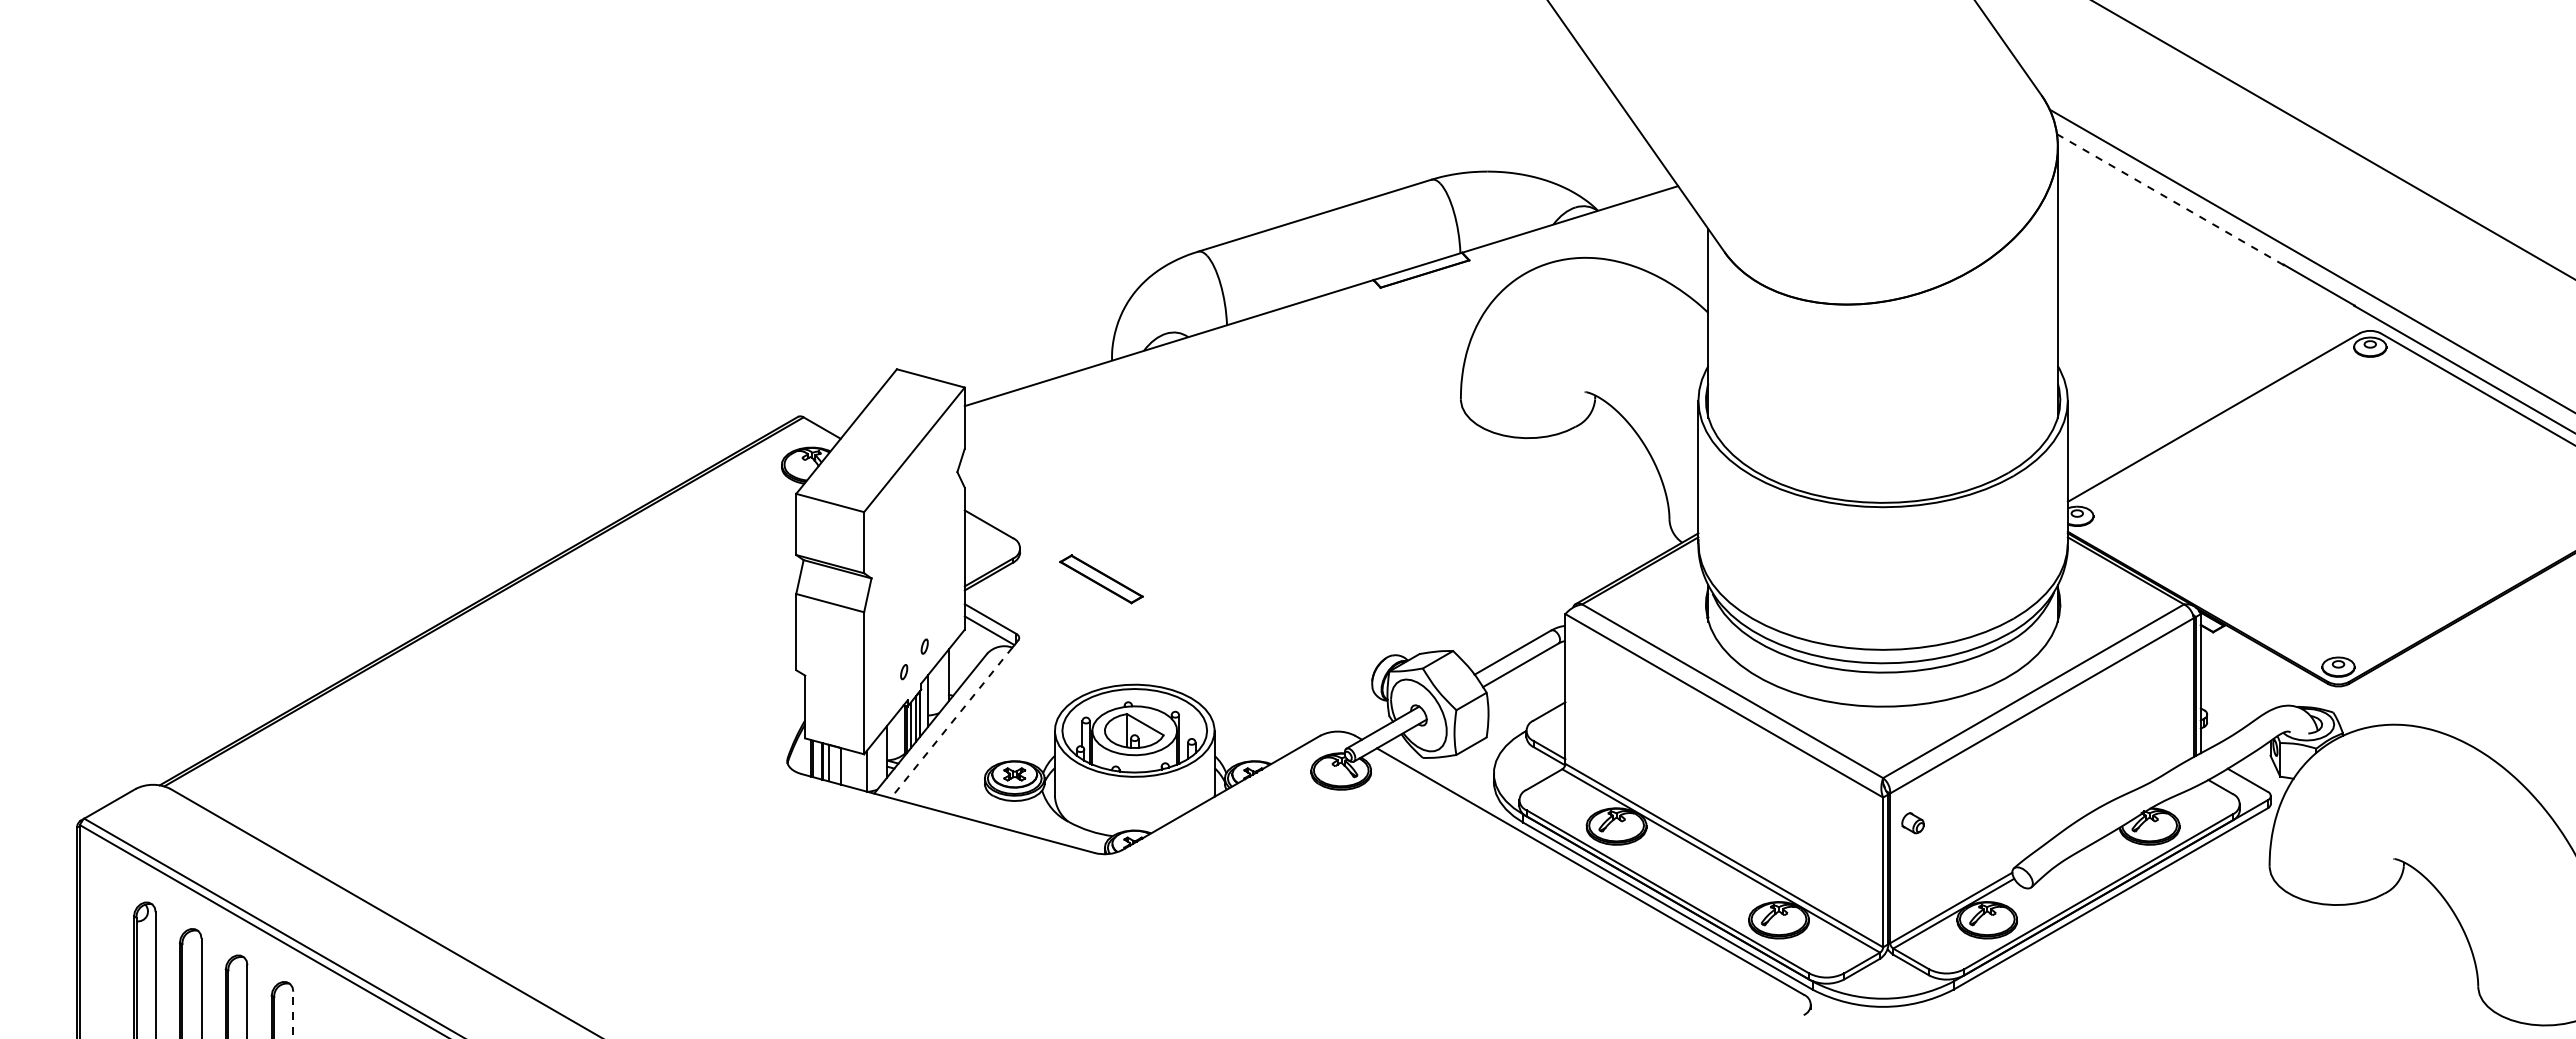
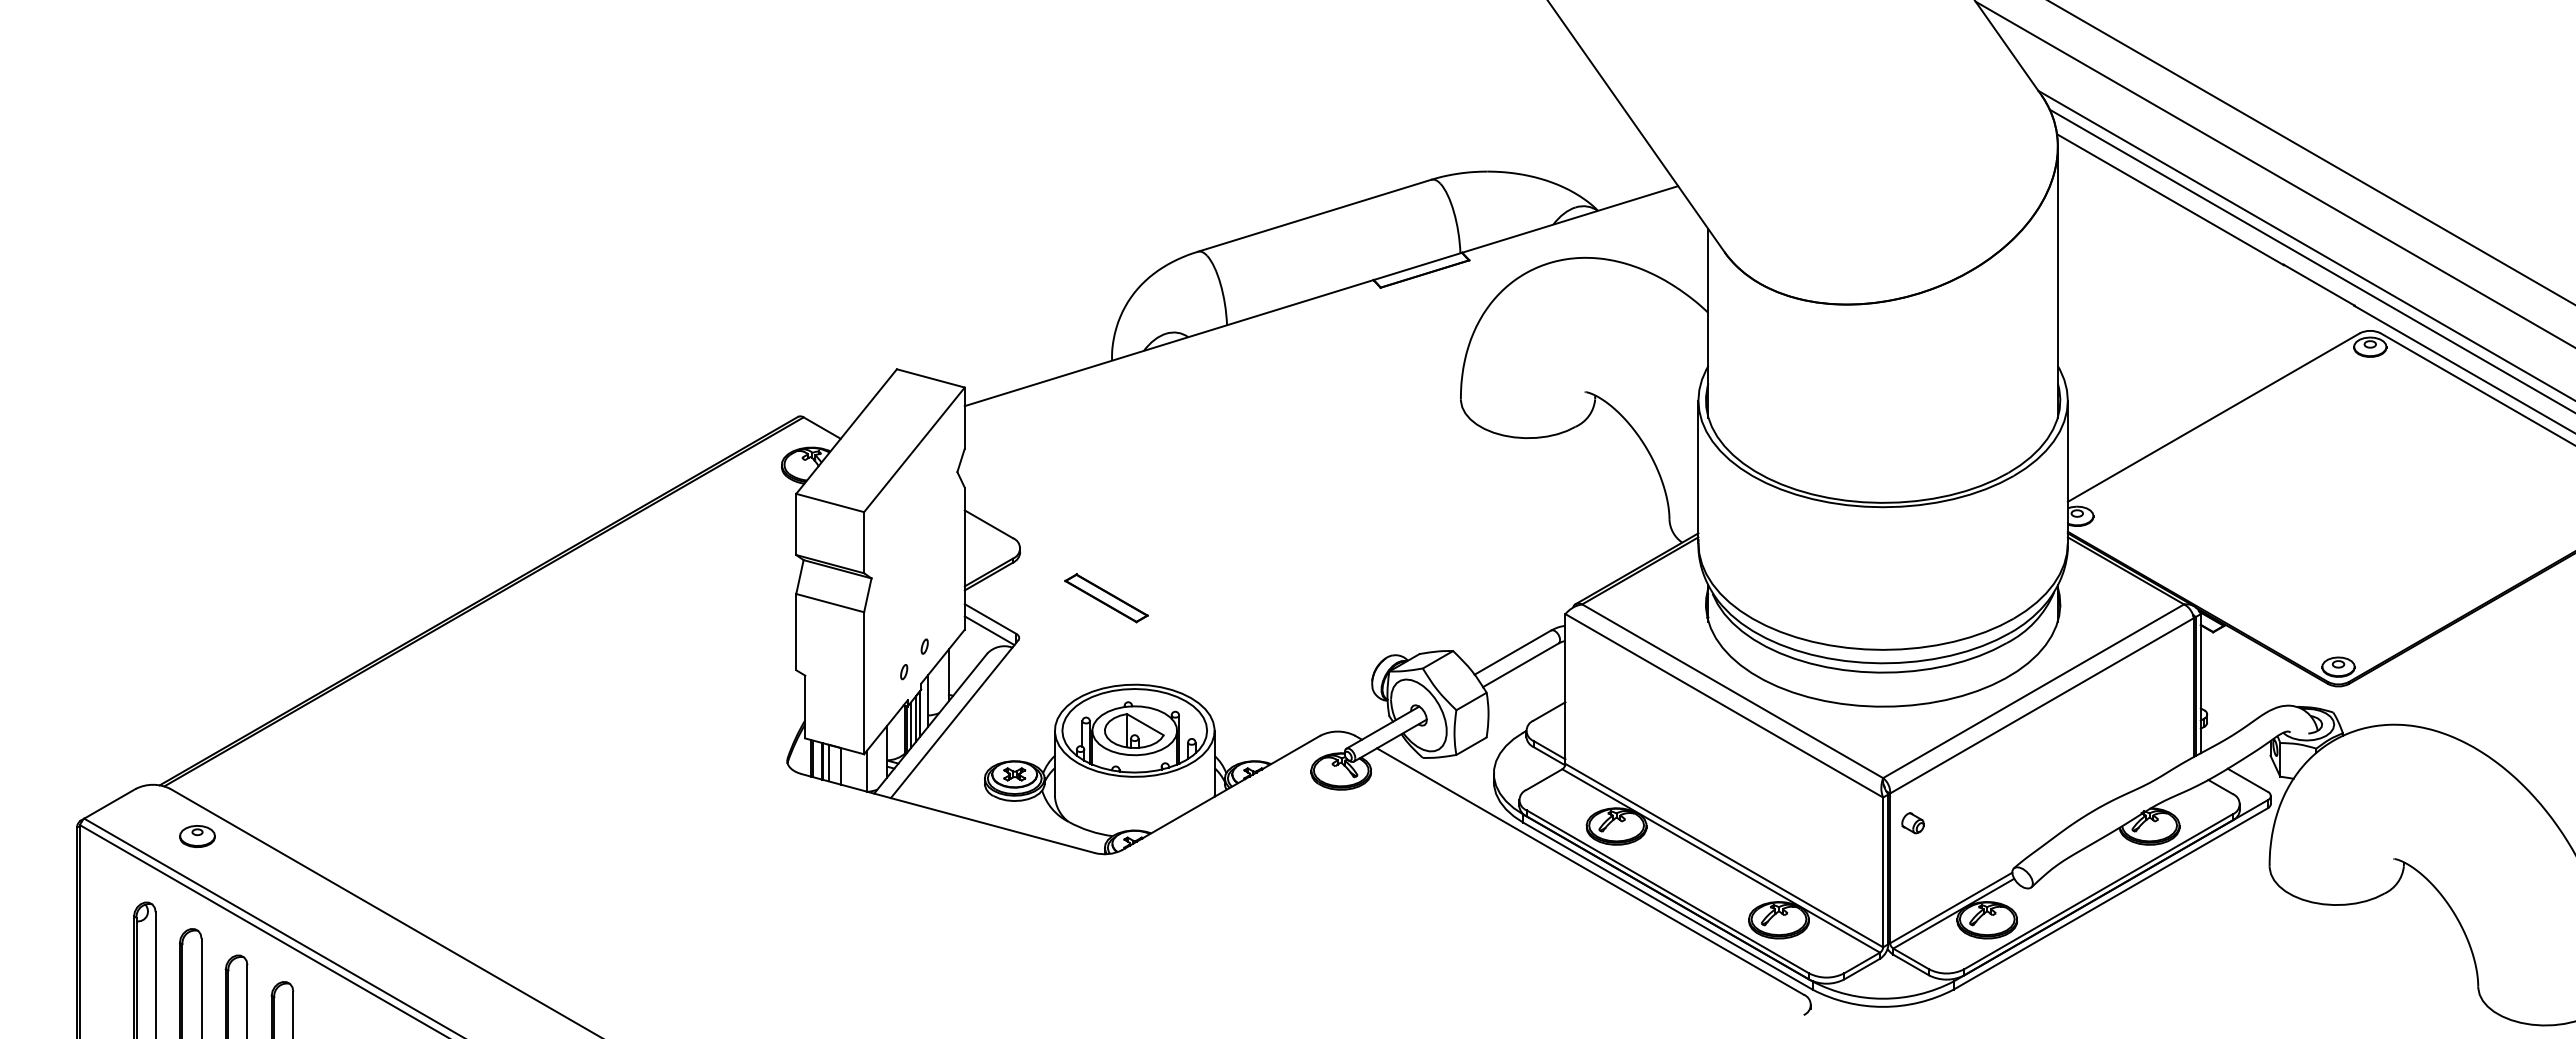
line at (2333, 140) position: (2333, 140) -> (2311, 152)
line at (2274, 174): none -> present
line at (2170, 199): dashed -> solid
line at (2305, 244): none -> present
part at (1101, 579) position: (1101, 579) -> (1106, 598)
line at (951, 722): dashed -> solid
part at (197, 836): none -> present
line at (293, 1014): dashed -> solid
